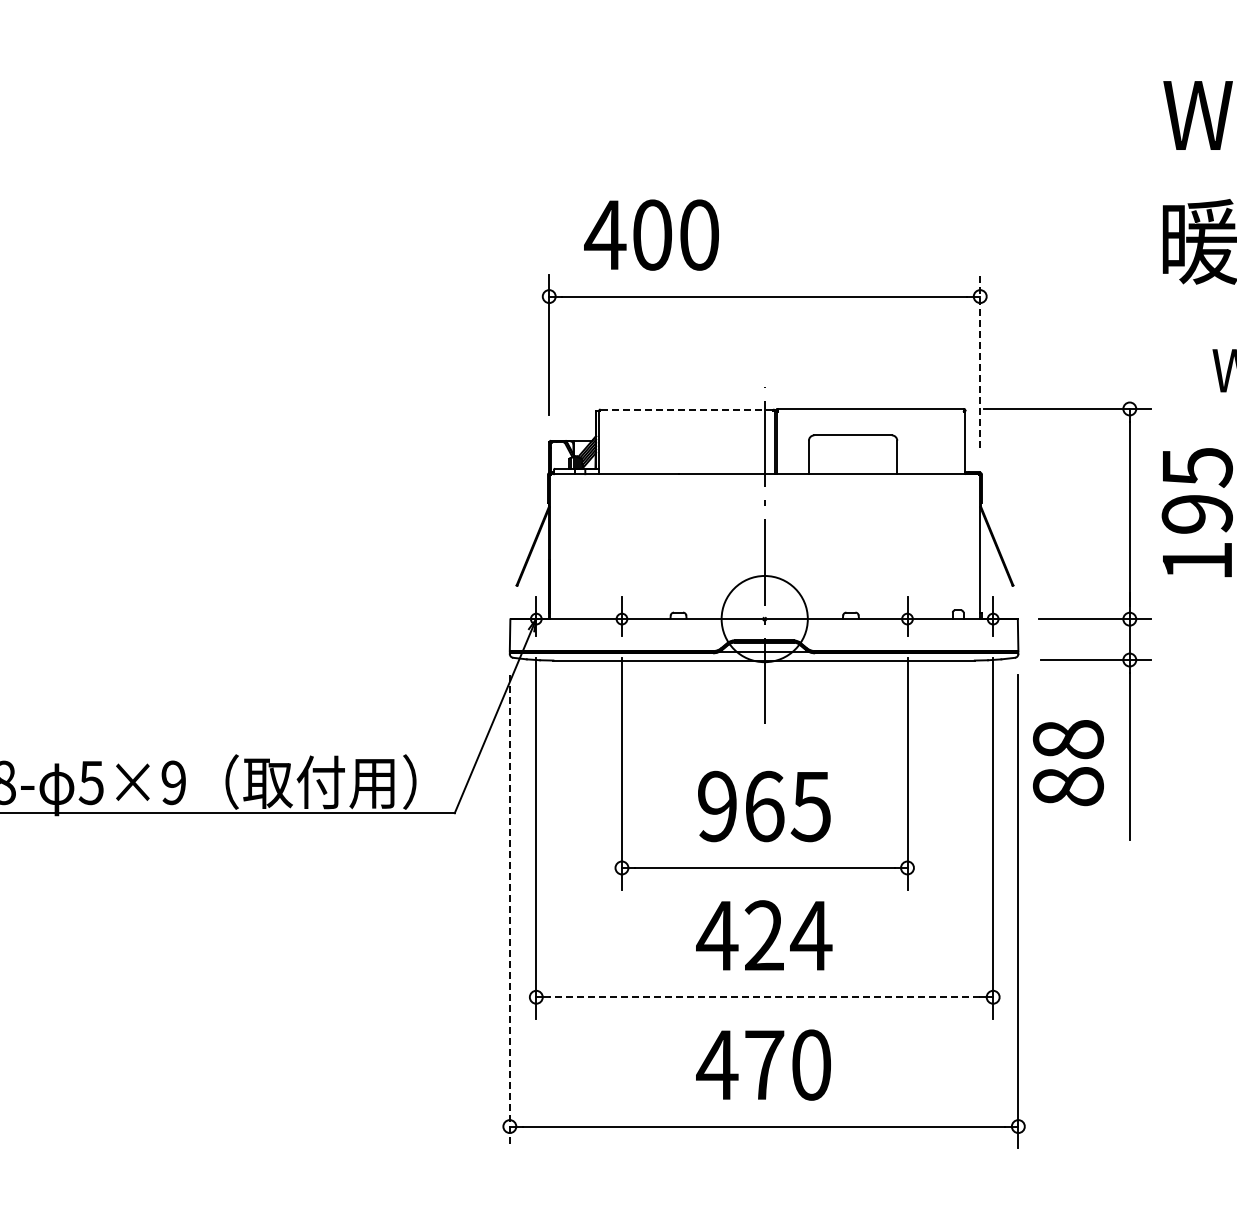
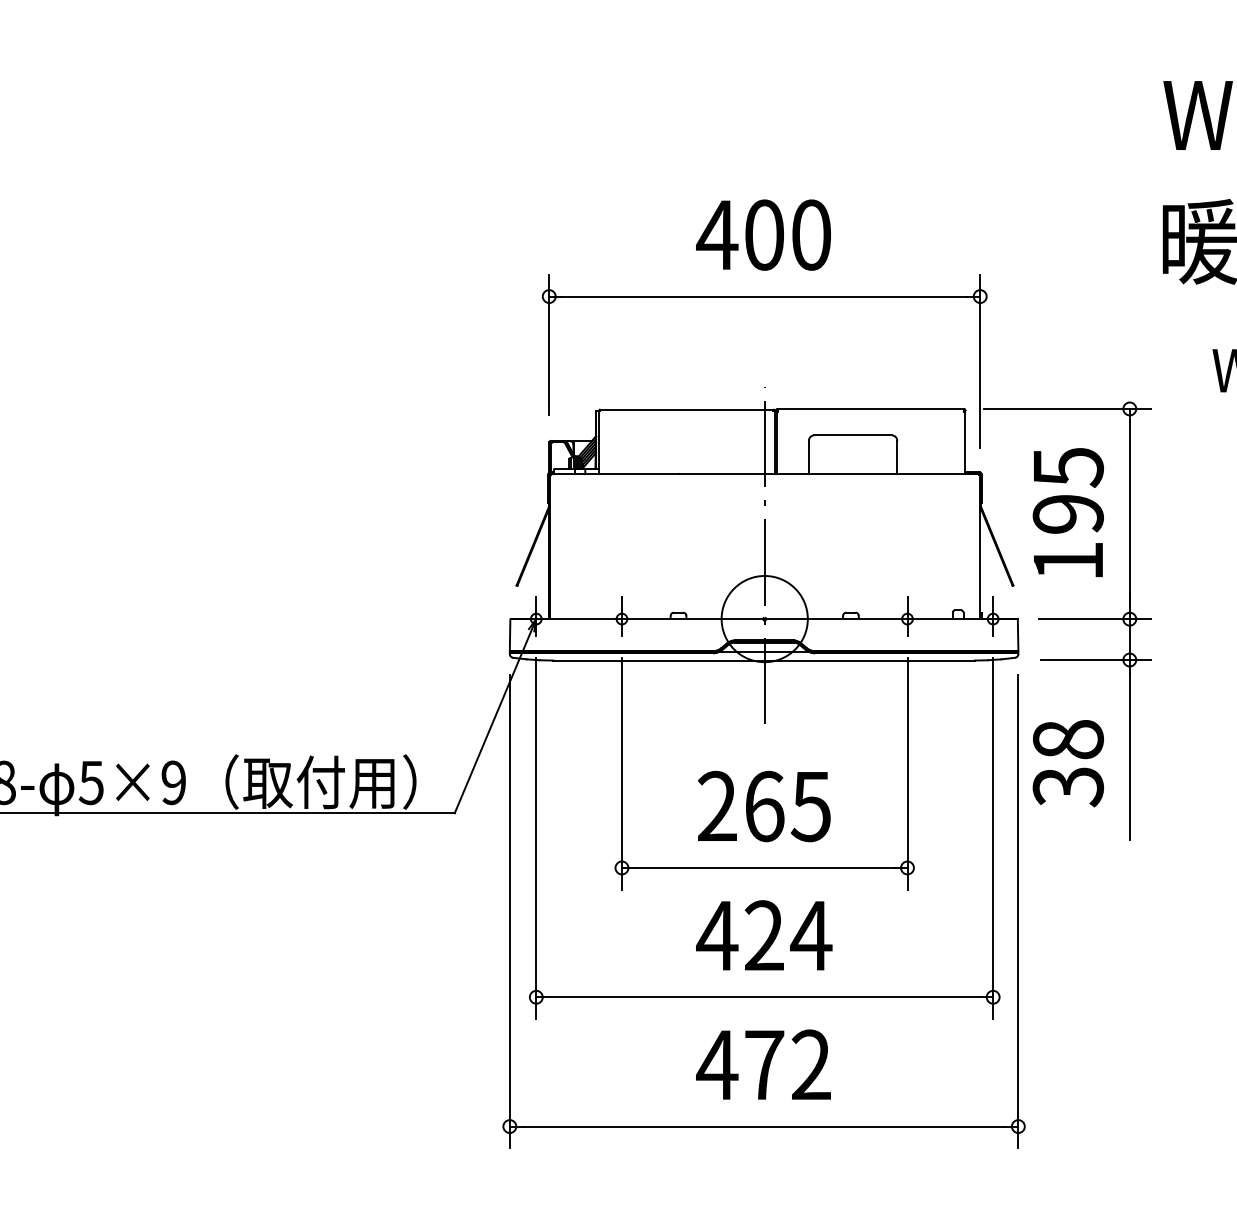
text at (651, 234) position: (651, 234) -> (763, 234)
line at (980, 361): dashed -> solid
line at (686, 409): dashed -> solid
text at (1196, 512) position: (1196, 512) -> (1067, 512)
text at (1067, 787): 88 -> 38
text at (716, 806): 965 -> 265
line at (509, 911): dashed -> solid
line at (764, 997): dashed -> solid
text at (810, 1064): 470 -> 472
